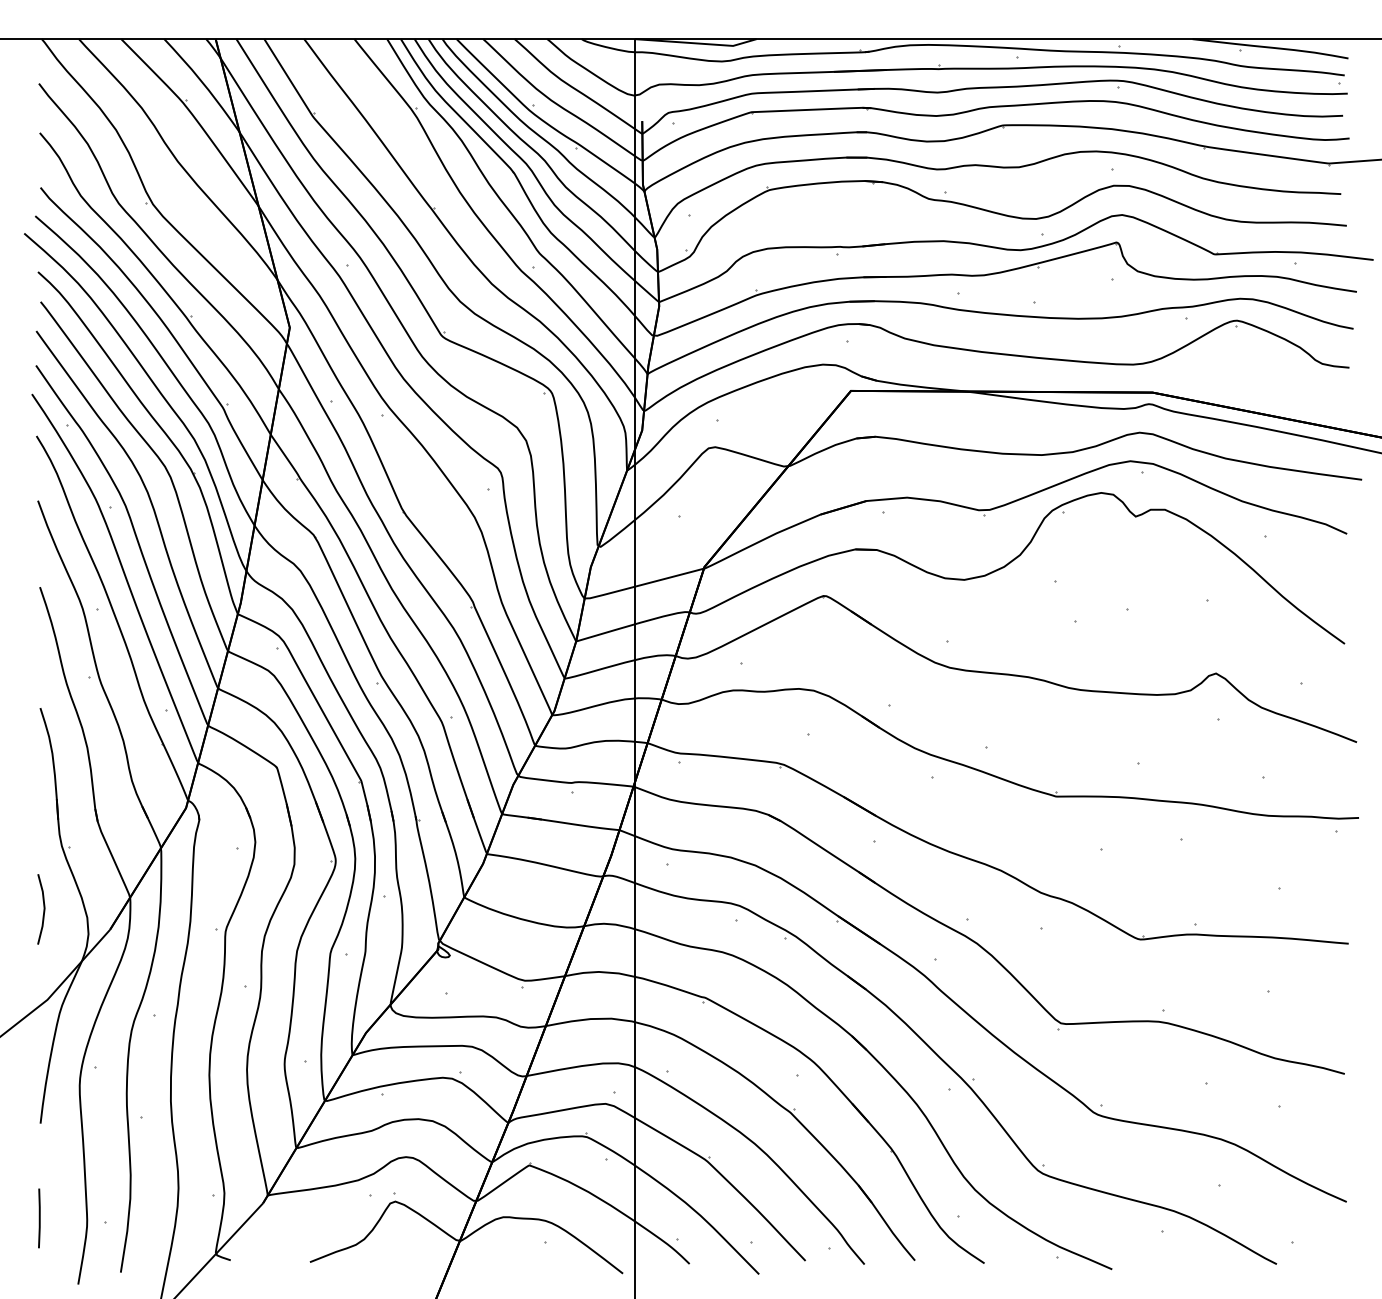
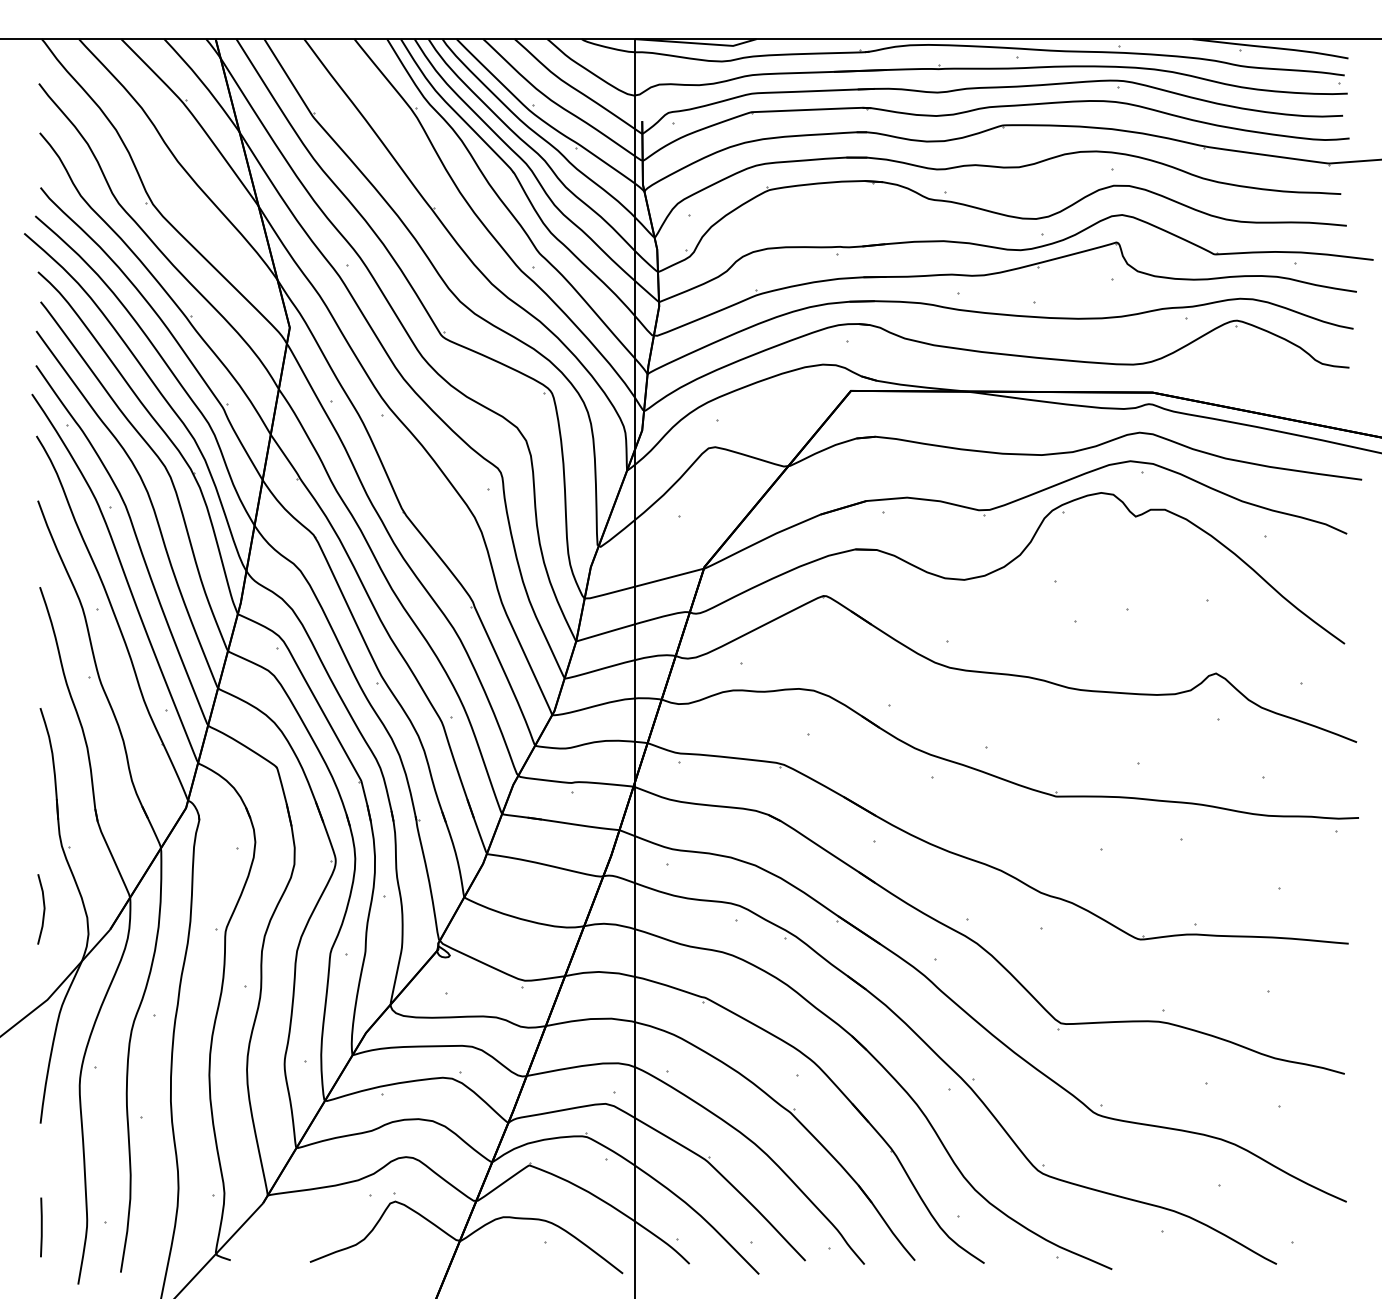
line at (39, 1218) position: (39, 1218) -> (41, 1227)
